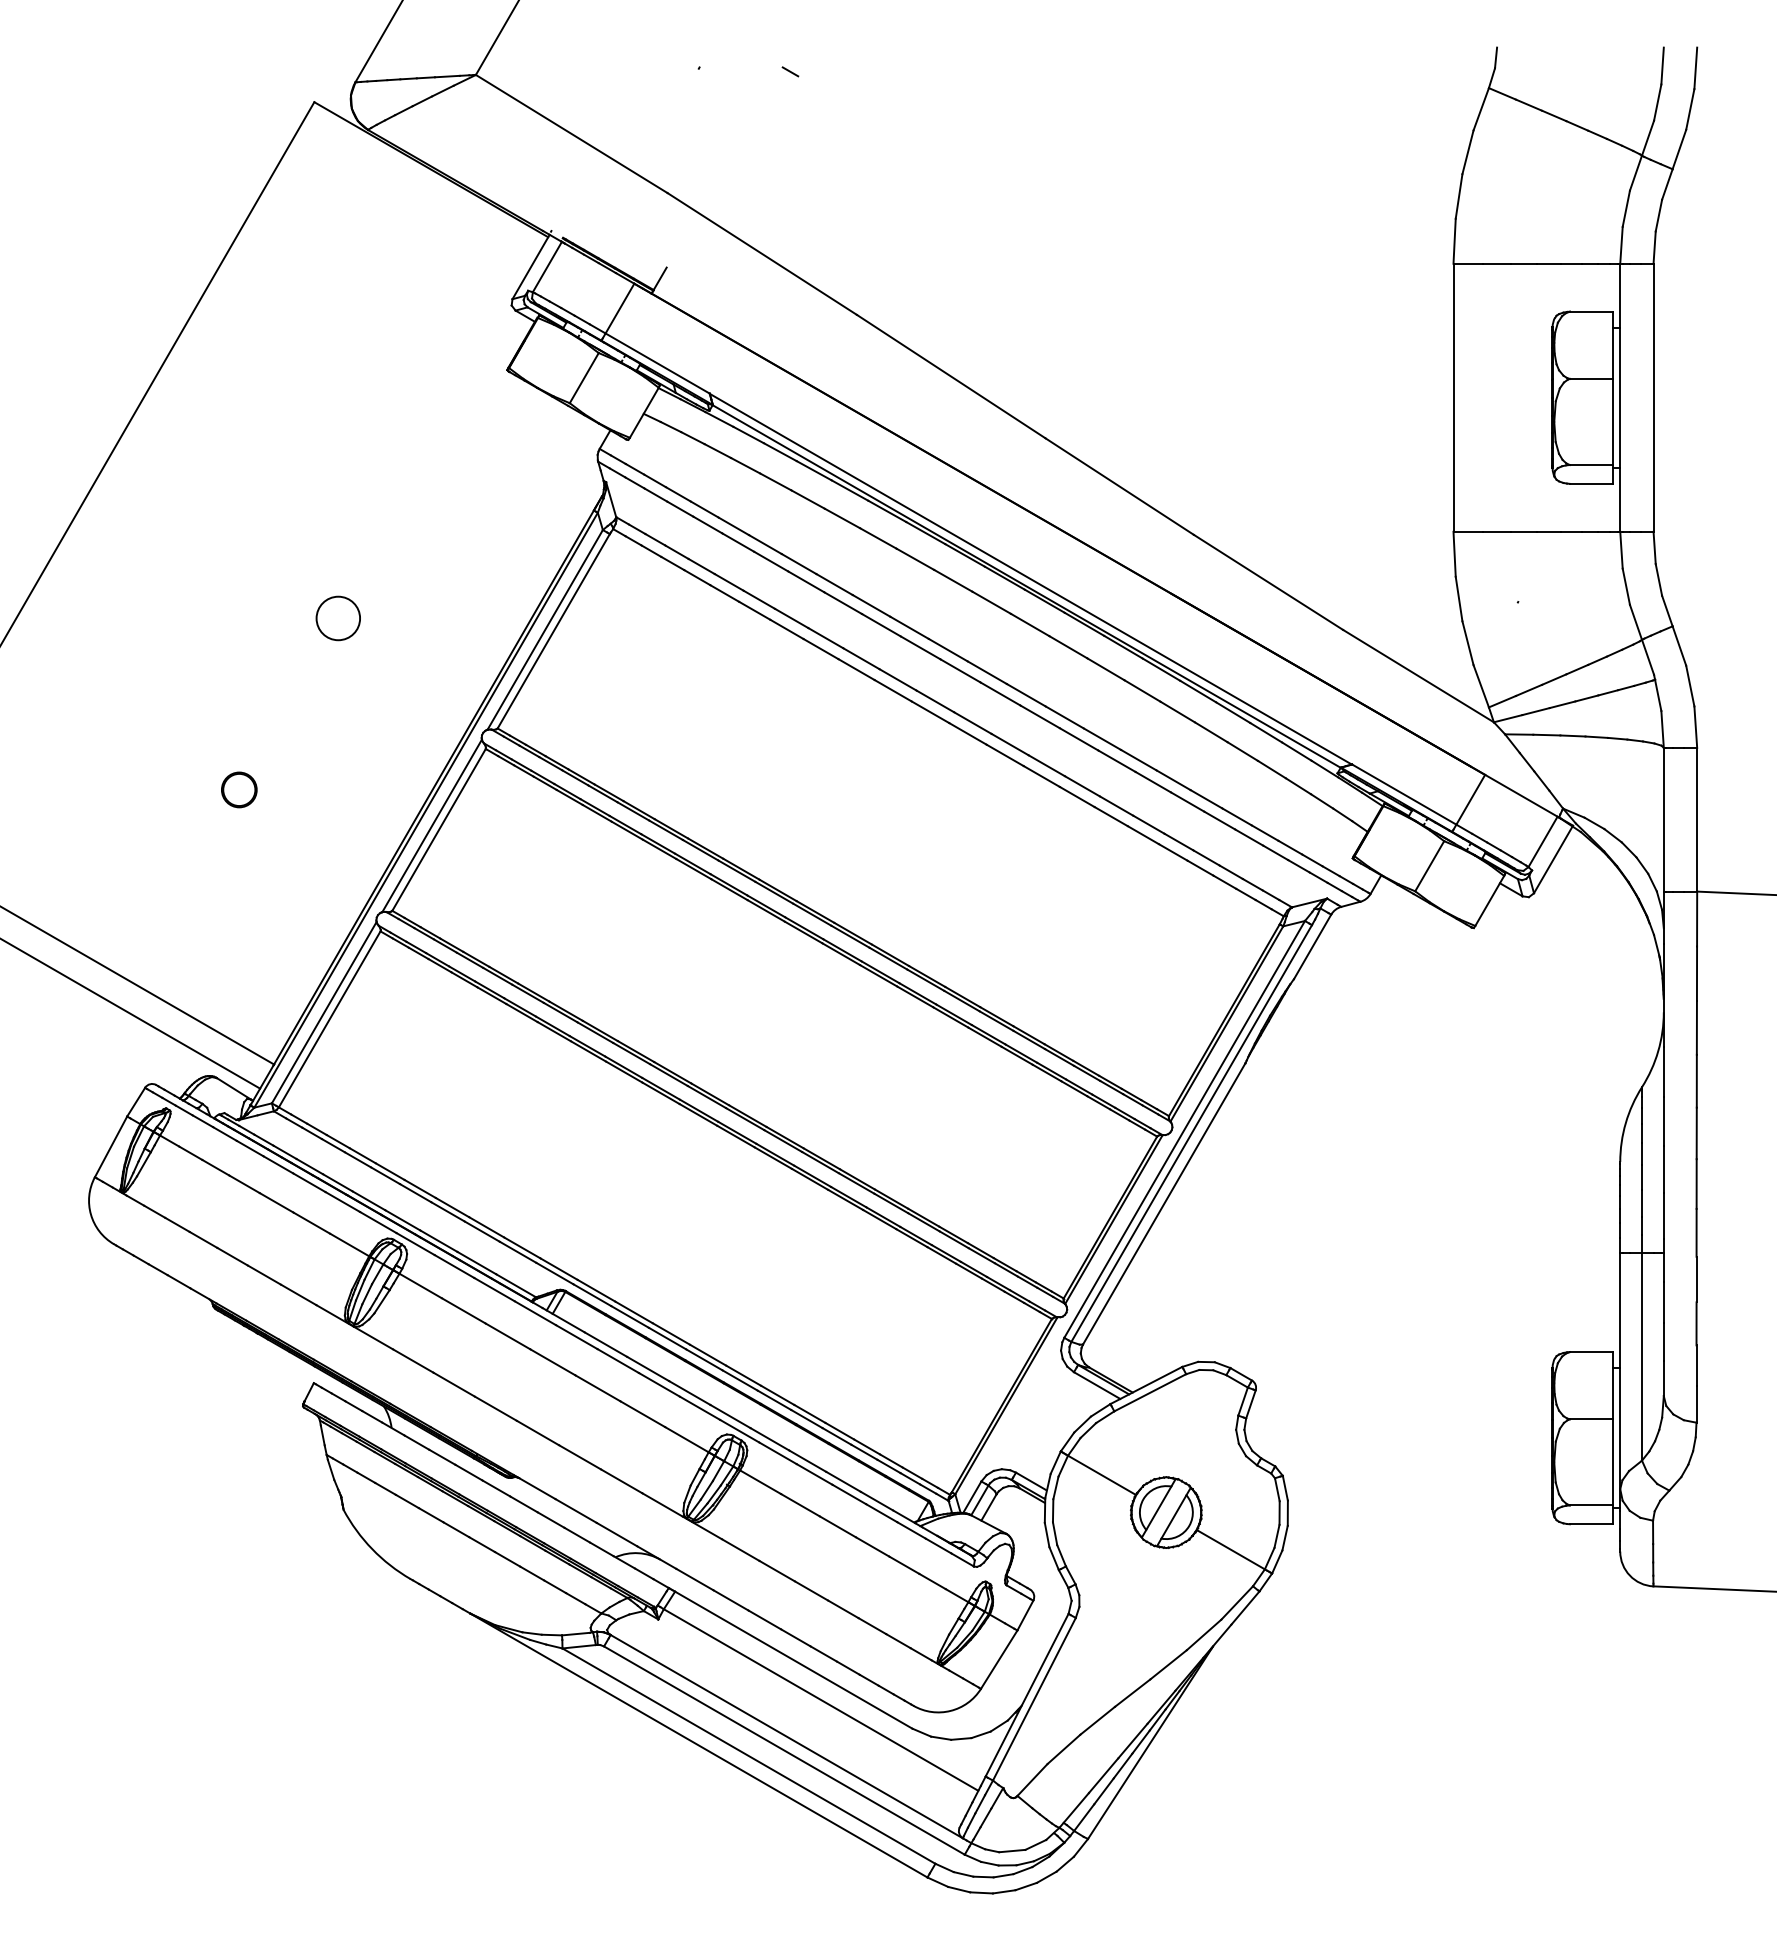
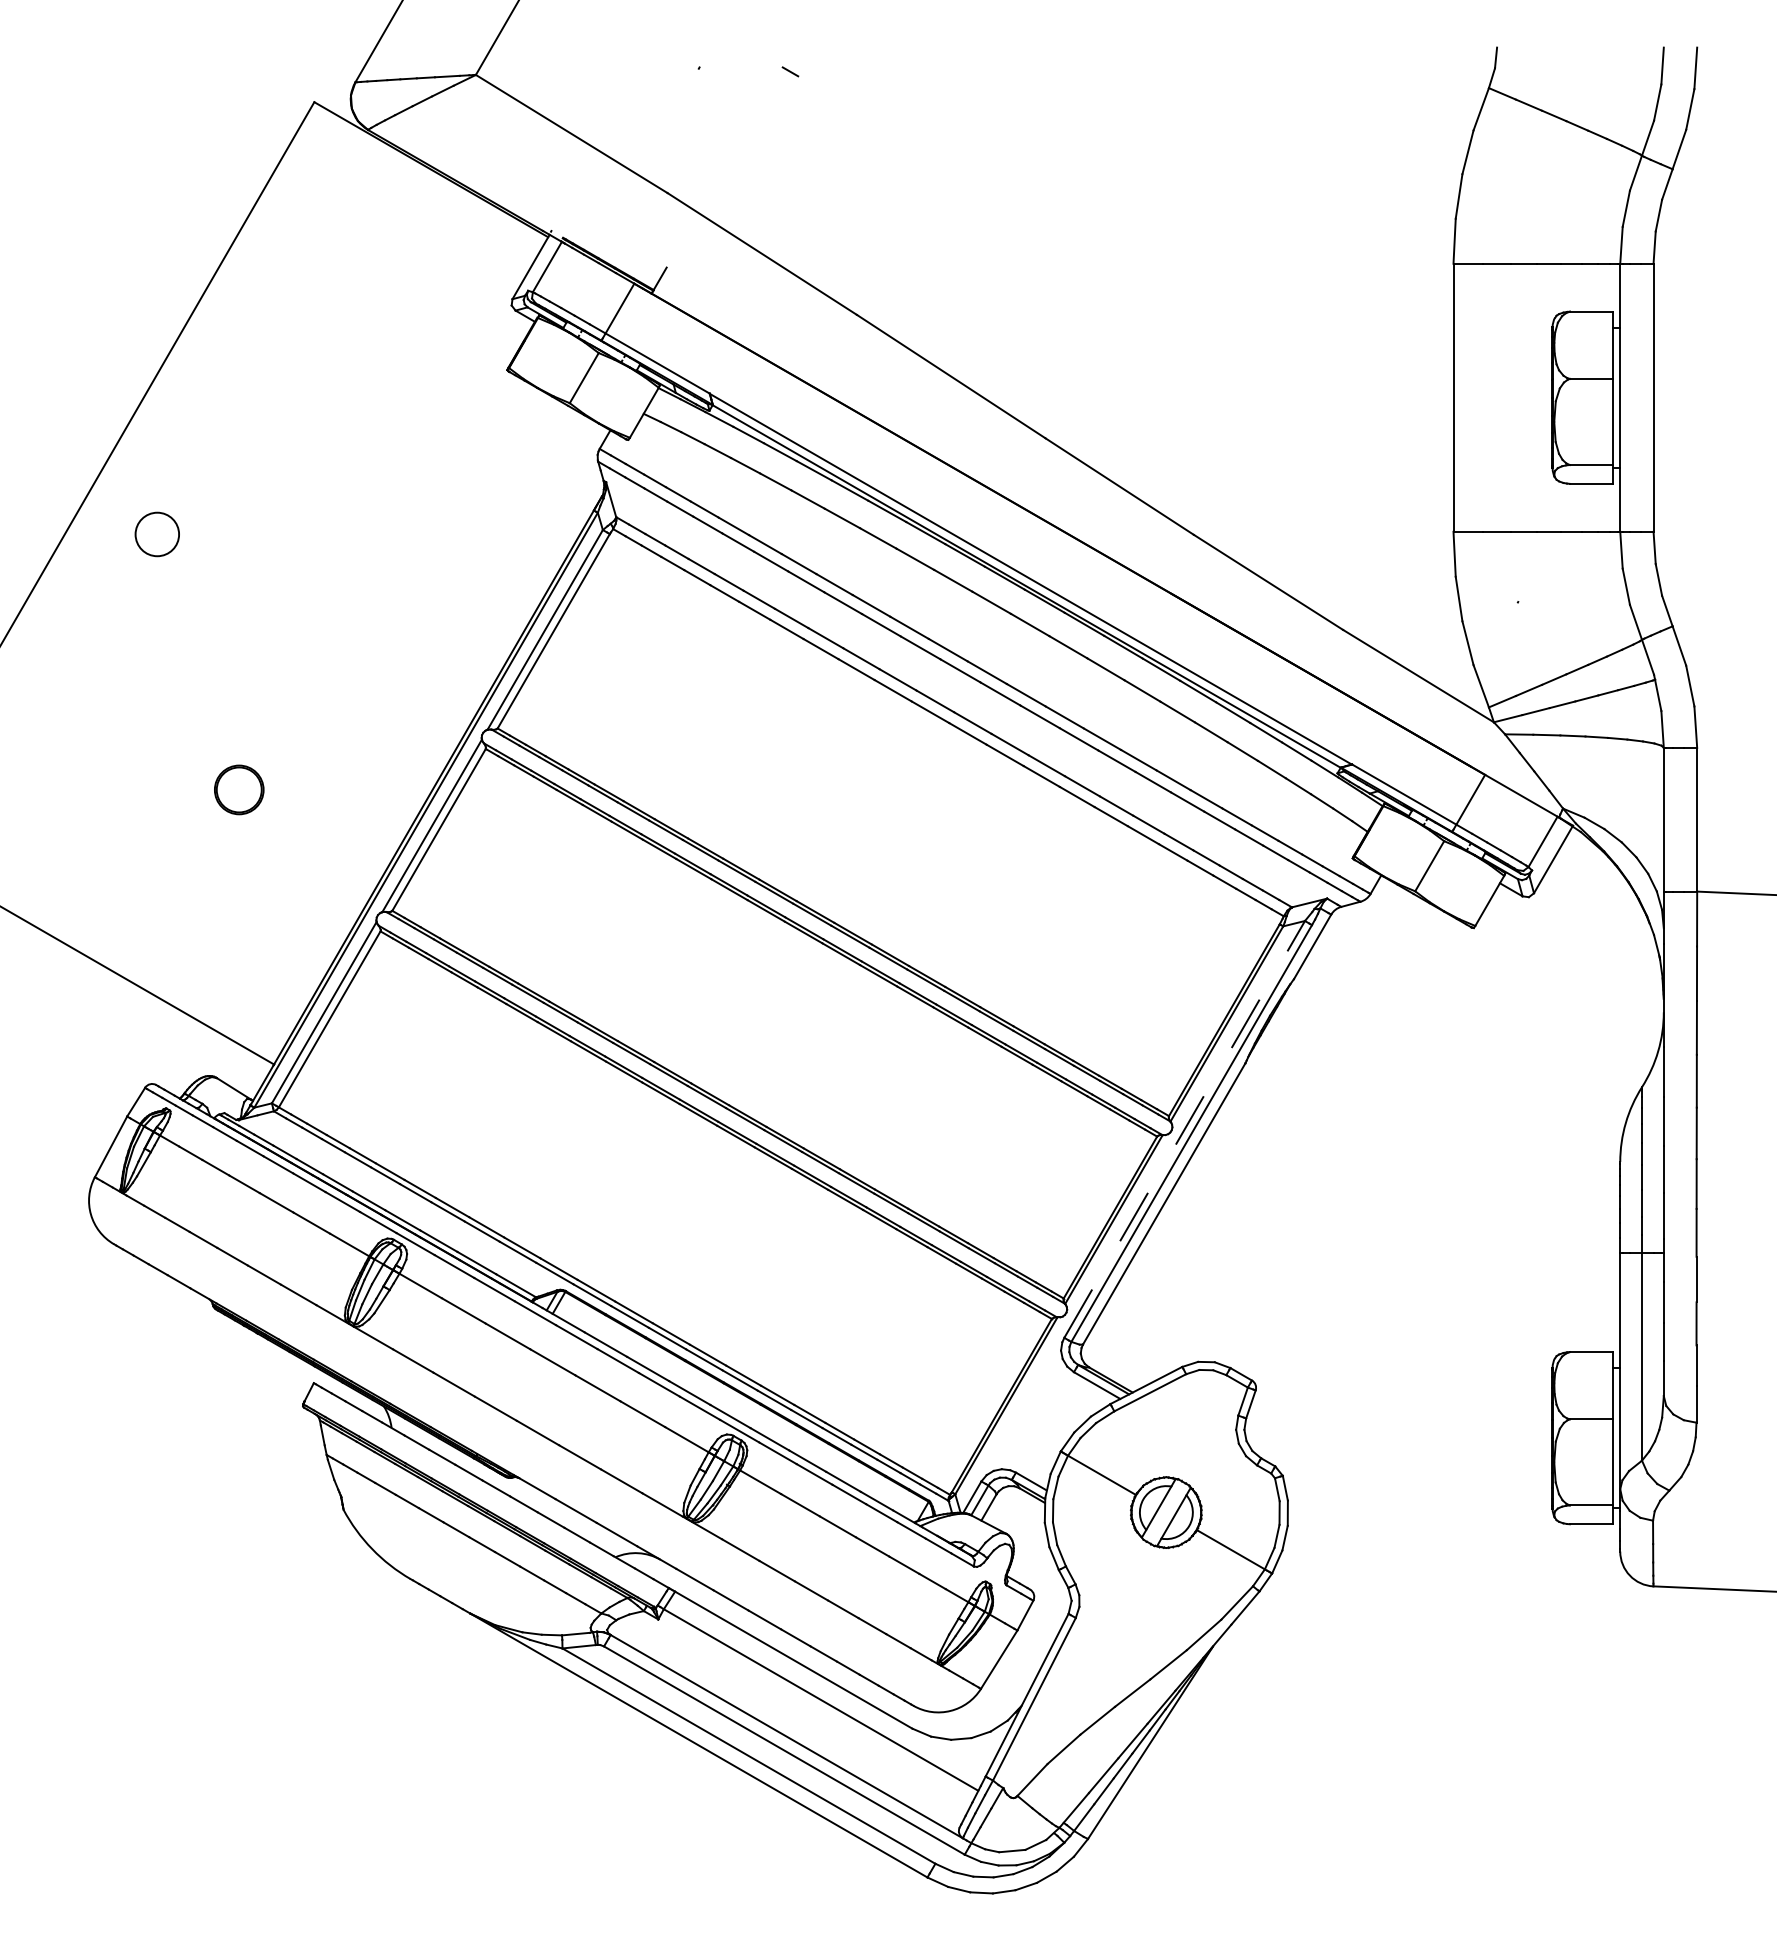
circle at (337, 618) position: (337, 618) -> (156, 534)
part at (239, 789) size: 37x38 px -> 51x52 px
line at (131, 1014): present -> none
line at (1184, 1129): solid -> dashed
